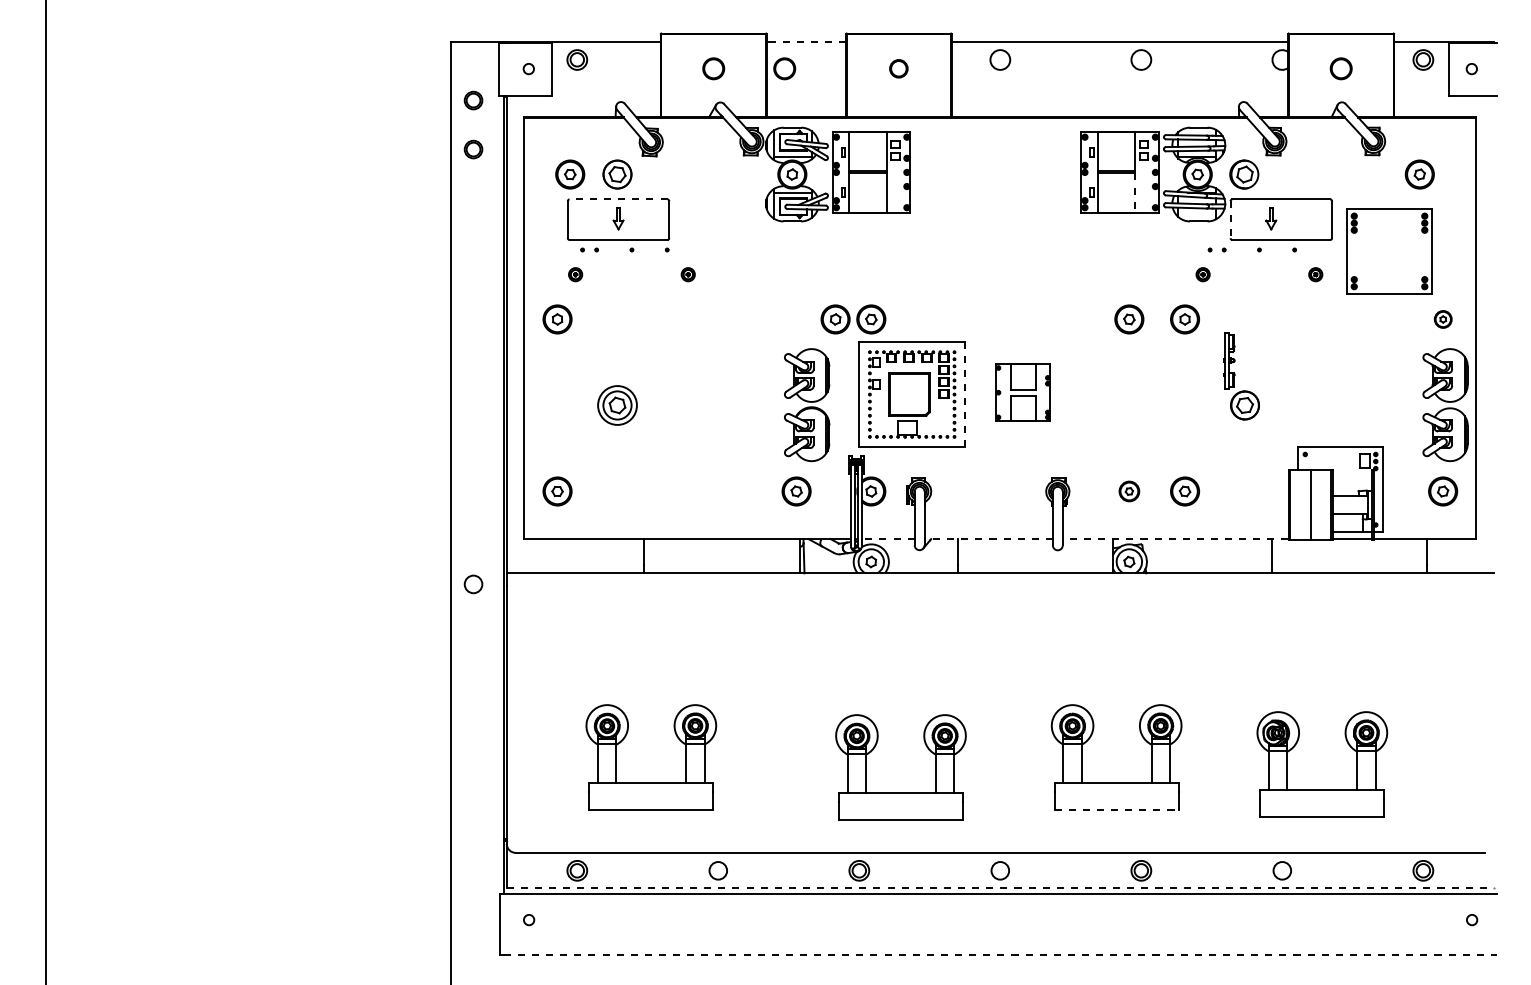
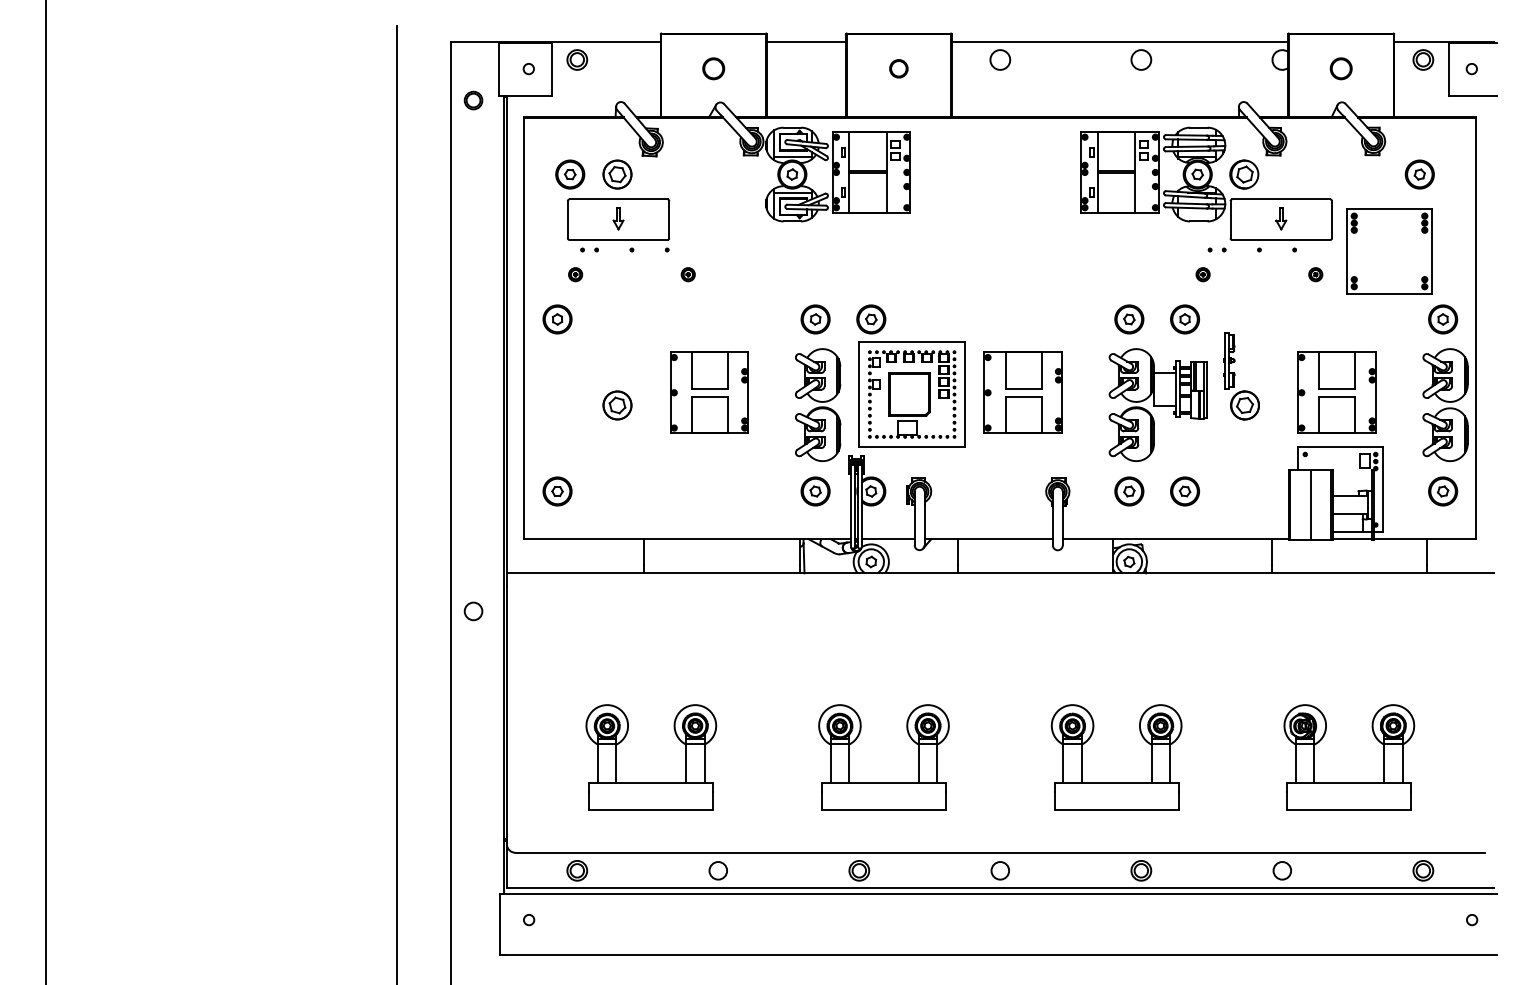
line at (806, 42): dashed -> solid
circle at (784, 68): present -> none
part at (473, 149): present -> none
line at (1135, 193): dashed -> solid
line at (618, 199): dashed -> solid
part at (1271, 218) position: (1271, 218) -> (1281, 218)
line at (1230, 219): dashed -> solid
part at (835, 319) position: (835, 319) -> (815, 319)
part at (1442, 319) size: 20x19 px -> 31x31 px
part at (709, 392): none -> present
part at (1022, 392) size: 56x59 px -> 80x83 px
part at (1336, 392): none -> present
line at (965, 394): dashed -> solid
circle at (617, 405) diameter: 39 px -> 28 px
part at (807, 405) position: (807, 405) -> (818, 405)
part at (1157, 405): none -> present
part at (796, 491) position: (796, 491) -> (815, 491)
part at (1129, 491) size: 23x23 px -> 31x31 px
line at (397, 503): none -> present
line at (887, 539): dashed -> solid
line at (988, 539): dashed -> solid
line at (1175, 539): dashed -> solid
circle at (473, 584) position: (473, 584) -> (473, 611)
part at (1322, 789) position: (1322, 789) -> (1349, 782)
part at (900, 792) position: (900, 792) -> (883, 782)
line at (1117, 809): dashed -> solid
line at (1000, 888): dashed -> solid
line at (1000, 955): dashed -> solid
